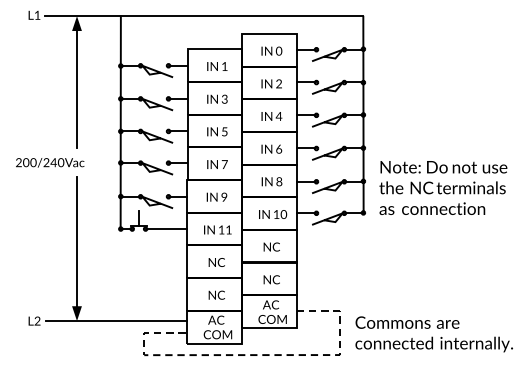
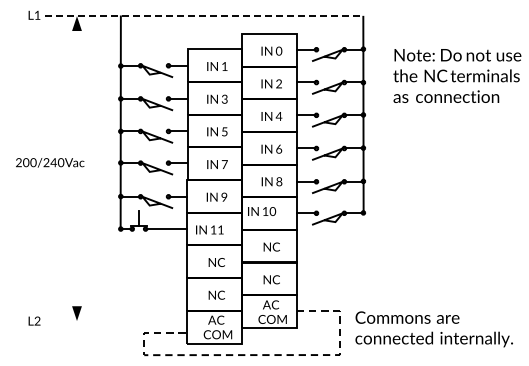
line at (204, 16): solid -> dashed
line at (77, 88): present -> none
text at (443, 187) position: (443, 187) -> (457, 75)
text at (273, 214) position: (273, 214) -> (262, 211)
text at (217, 229) position: (217, 229) -> (209, 229)
line at (77, 242): present -> none
line at (116, 321): present -> none
text at (433, 334) position: (433, 334) -> (433, 329)
